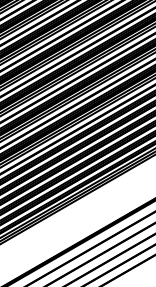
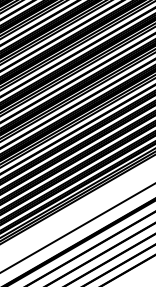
line at (77, 228): none -> present
